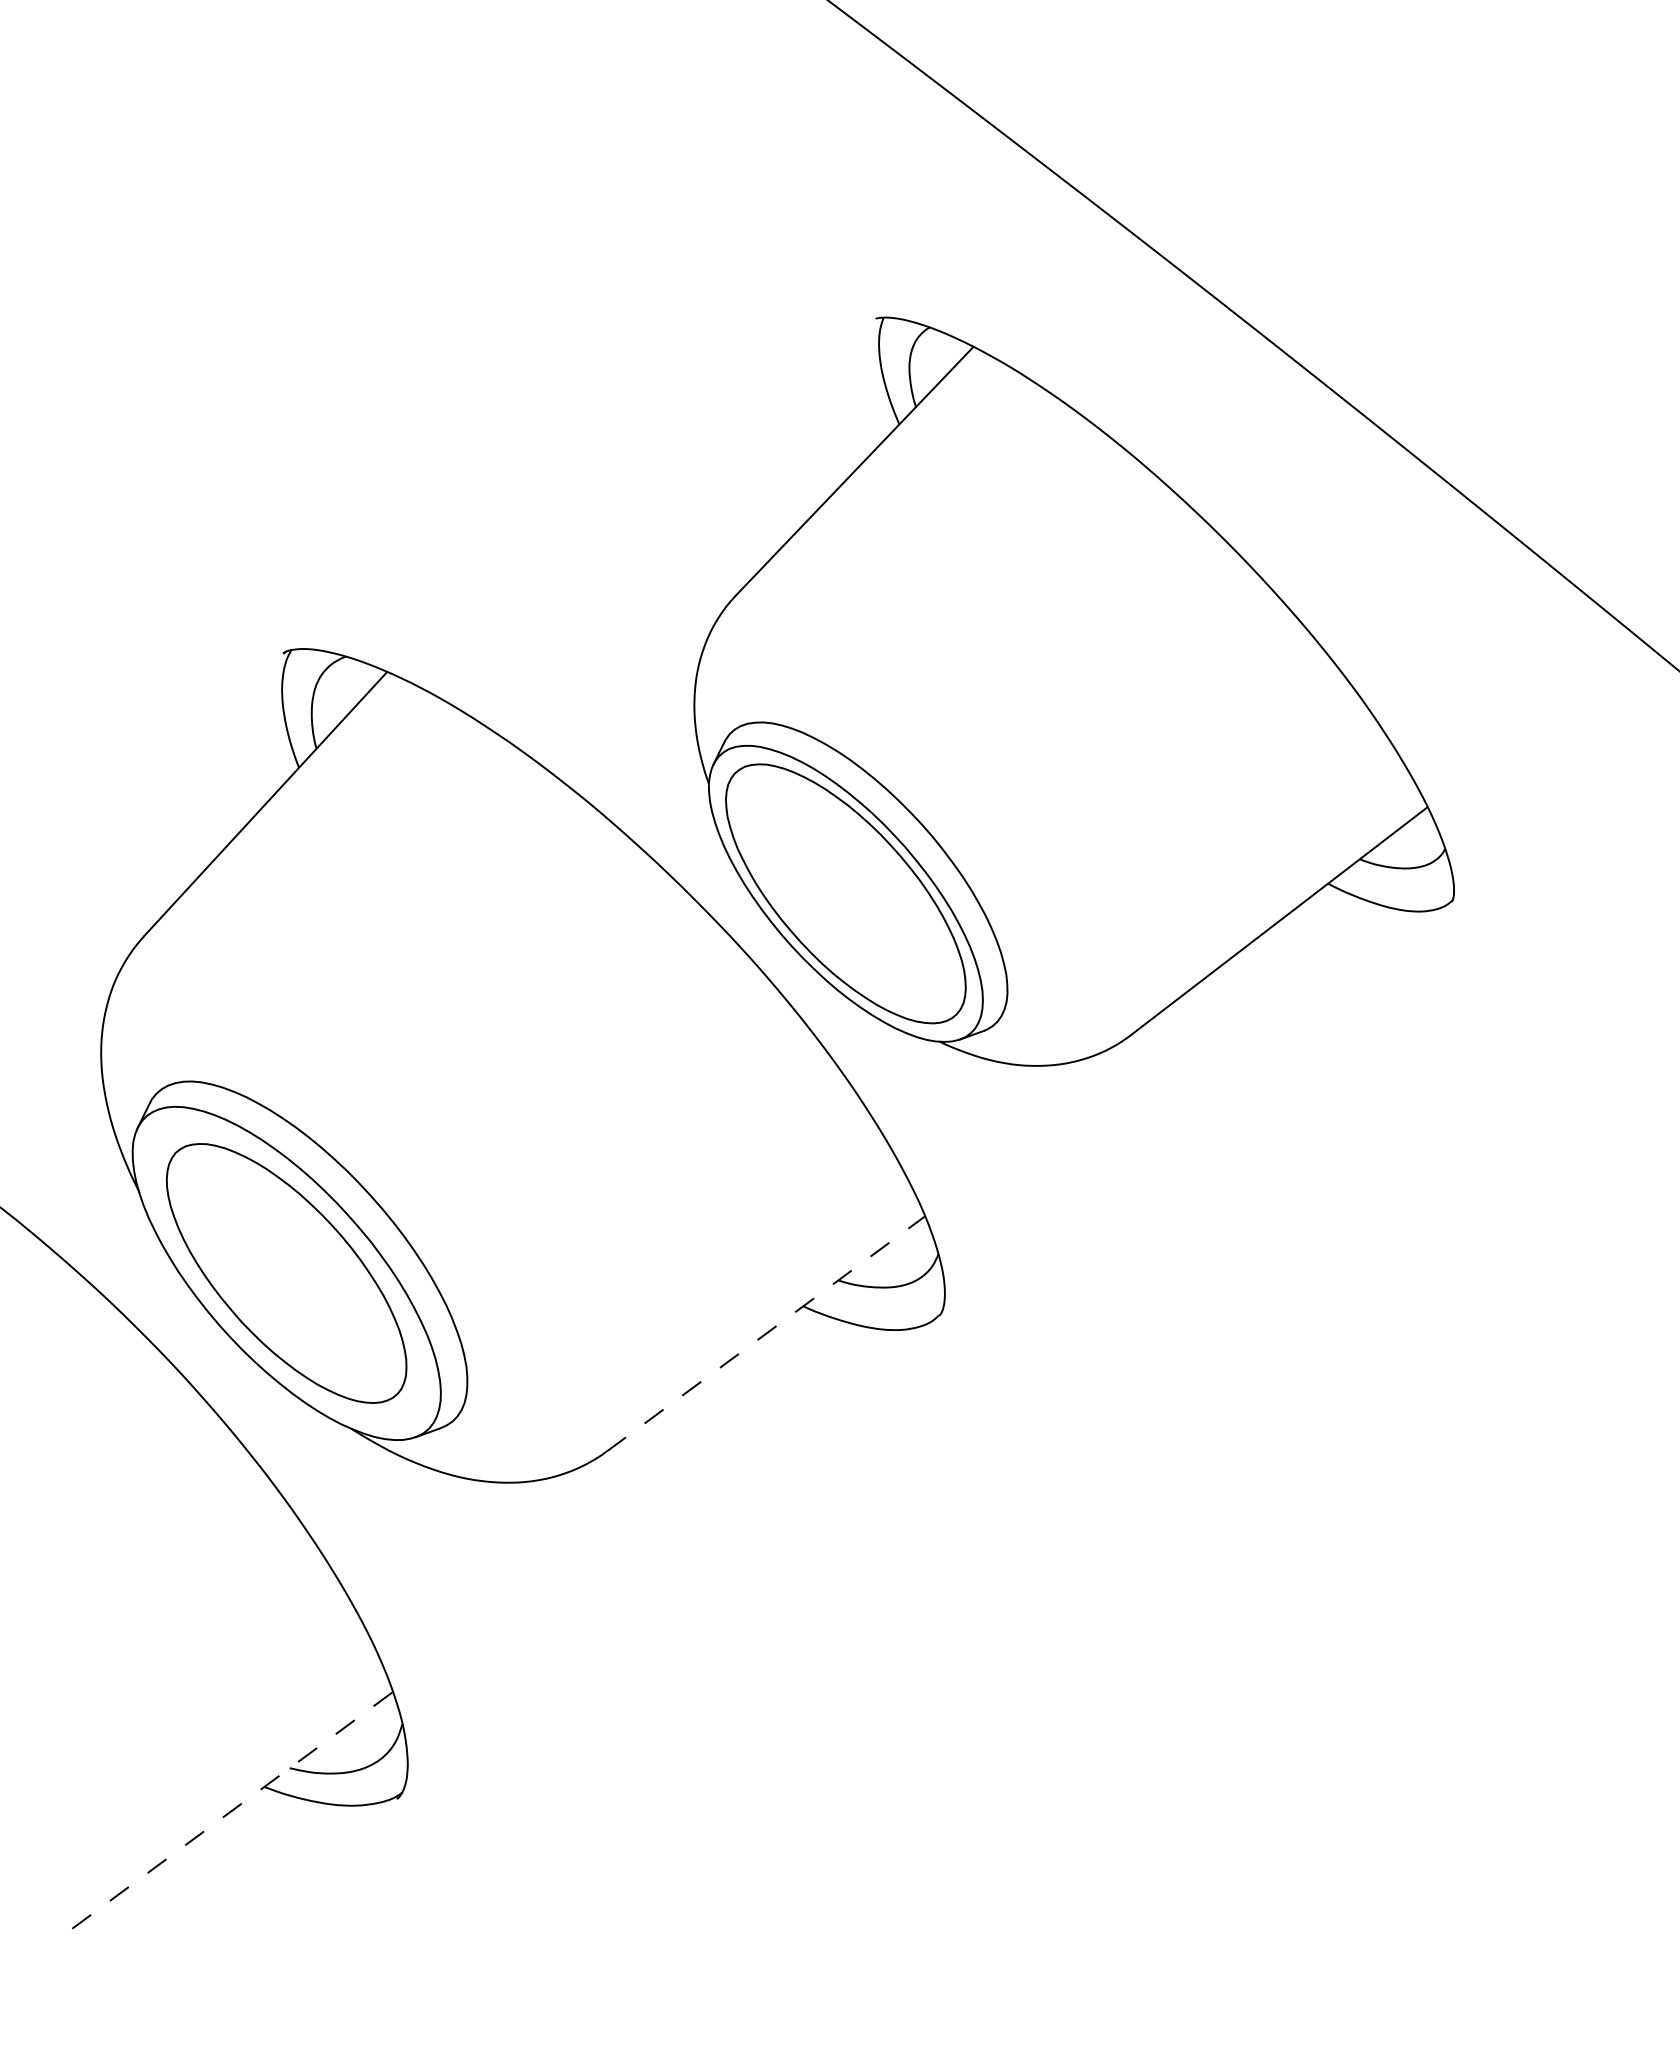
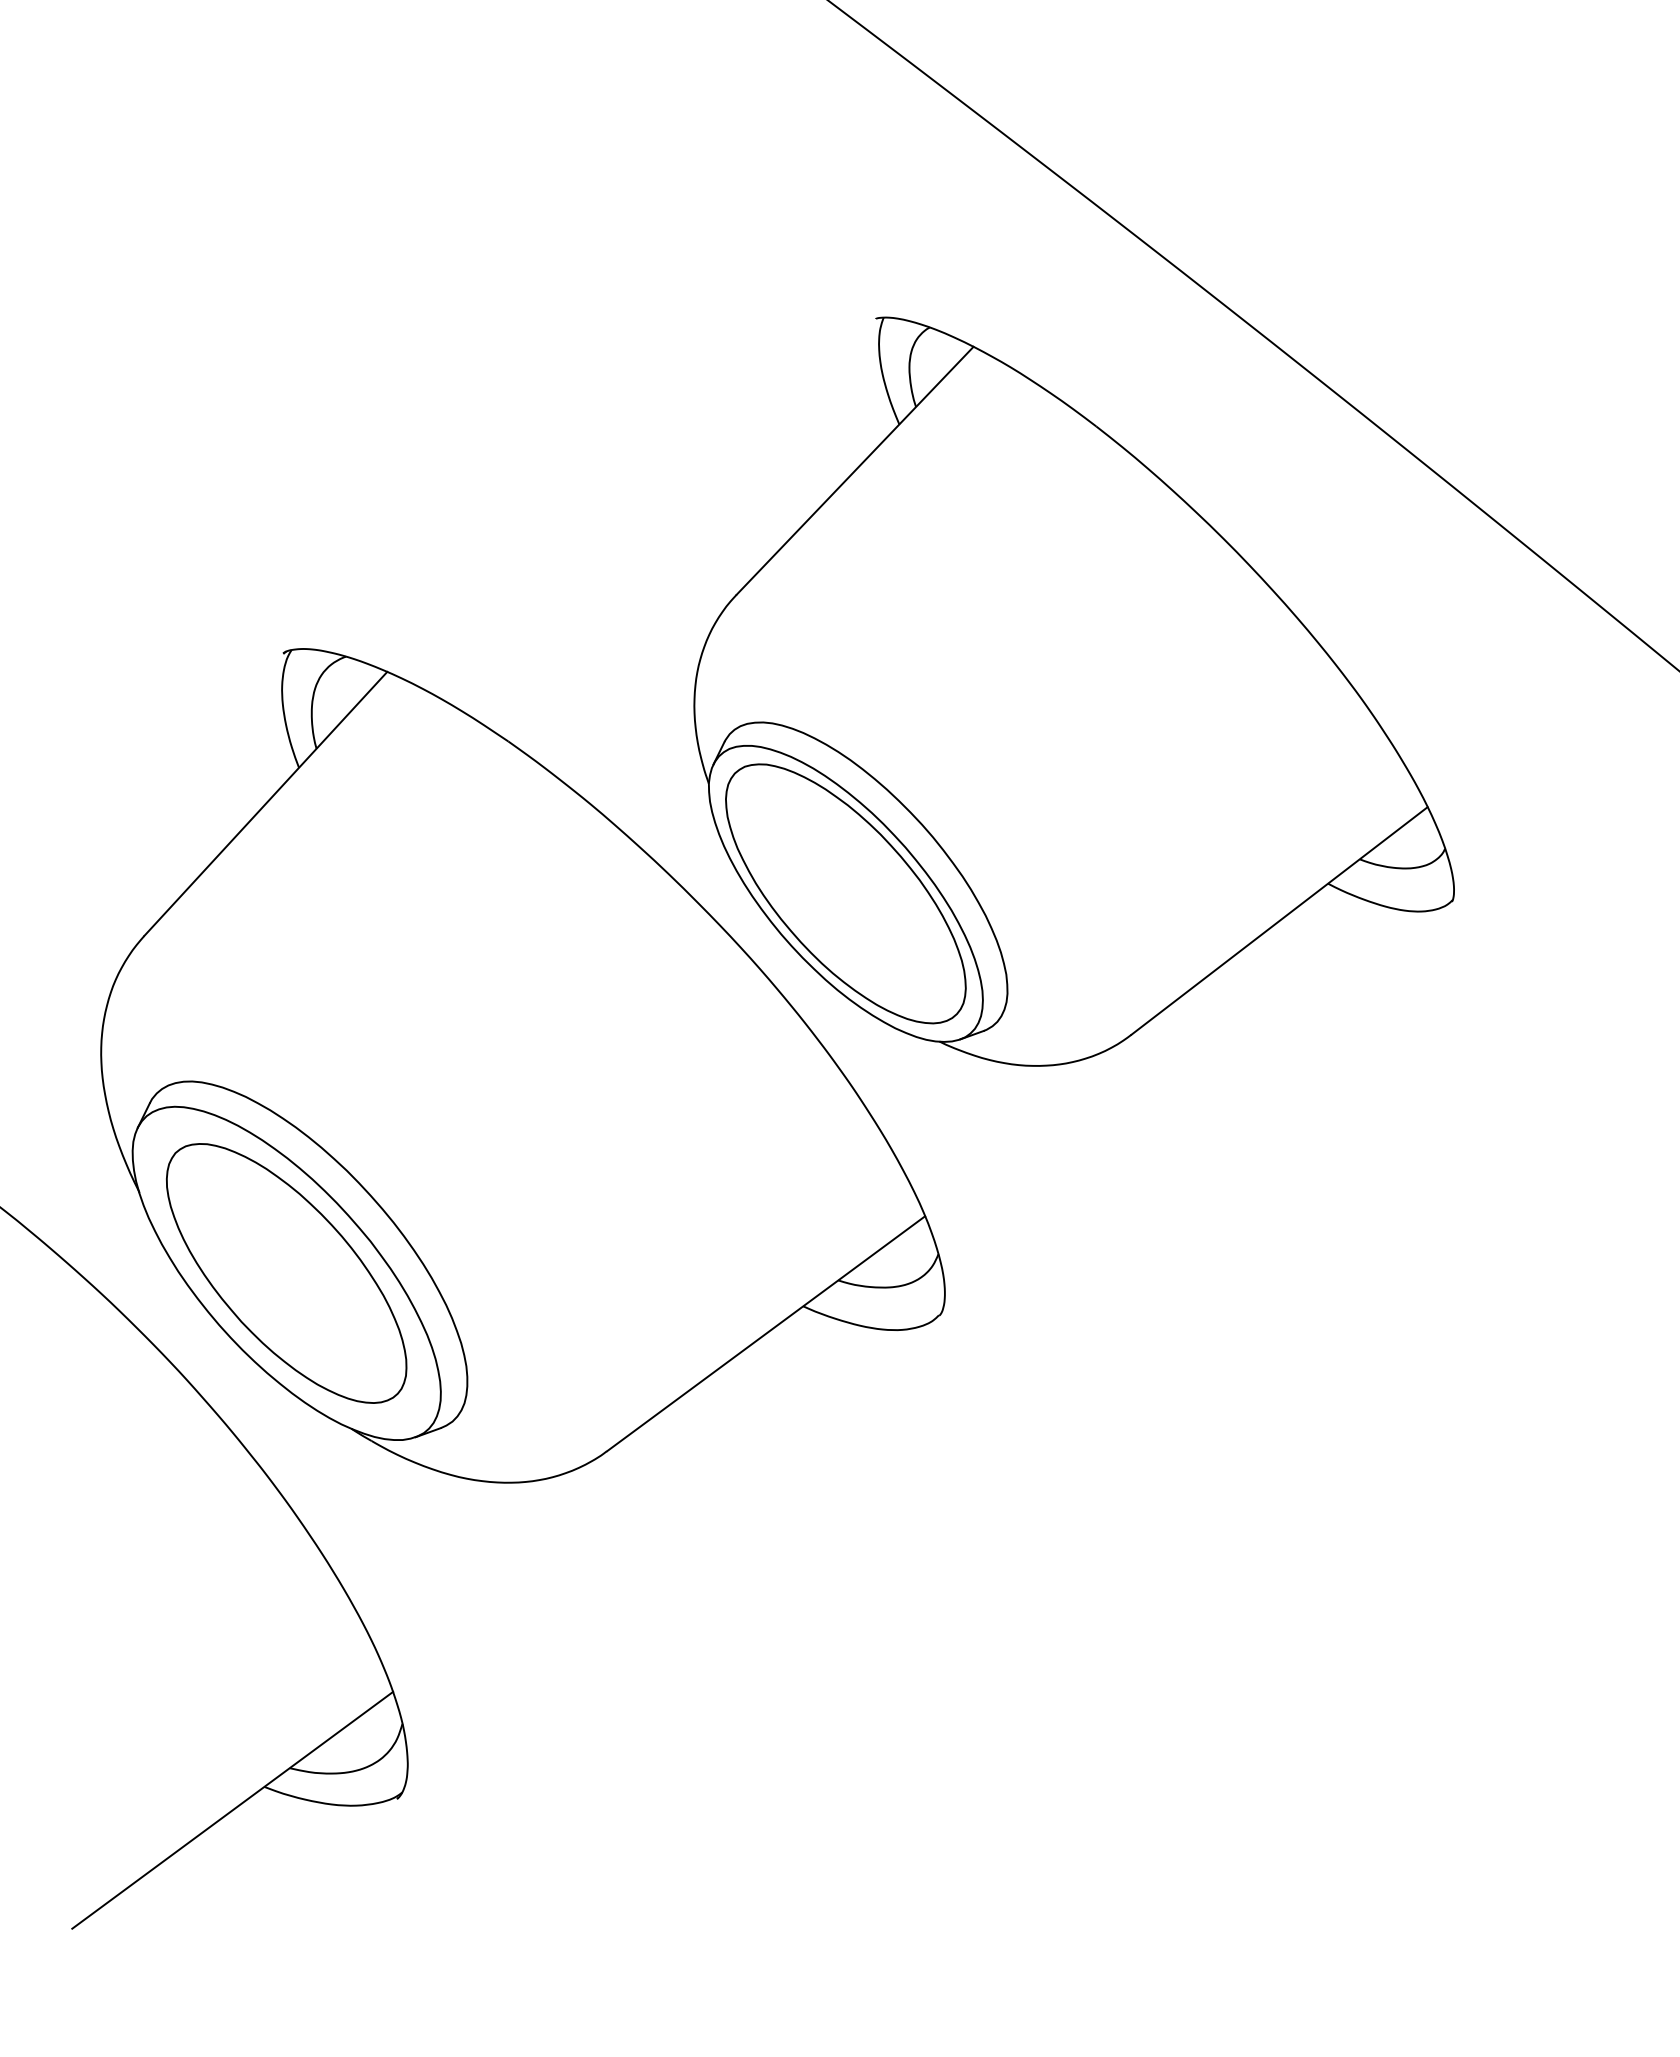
line at (766, 1333): dashed -> solid
line at (233, 1810): dashed -> solid
